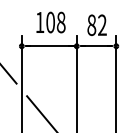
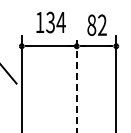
text at (55, 22): 108 -> 134
line at (76, 83): solid -> dashed
line at (41, 112): present -> none
